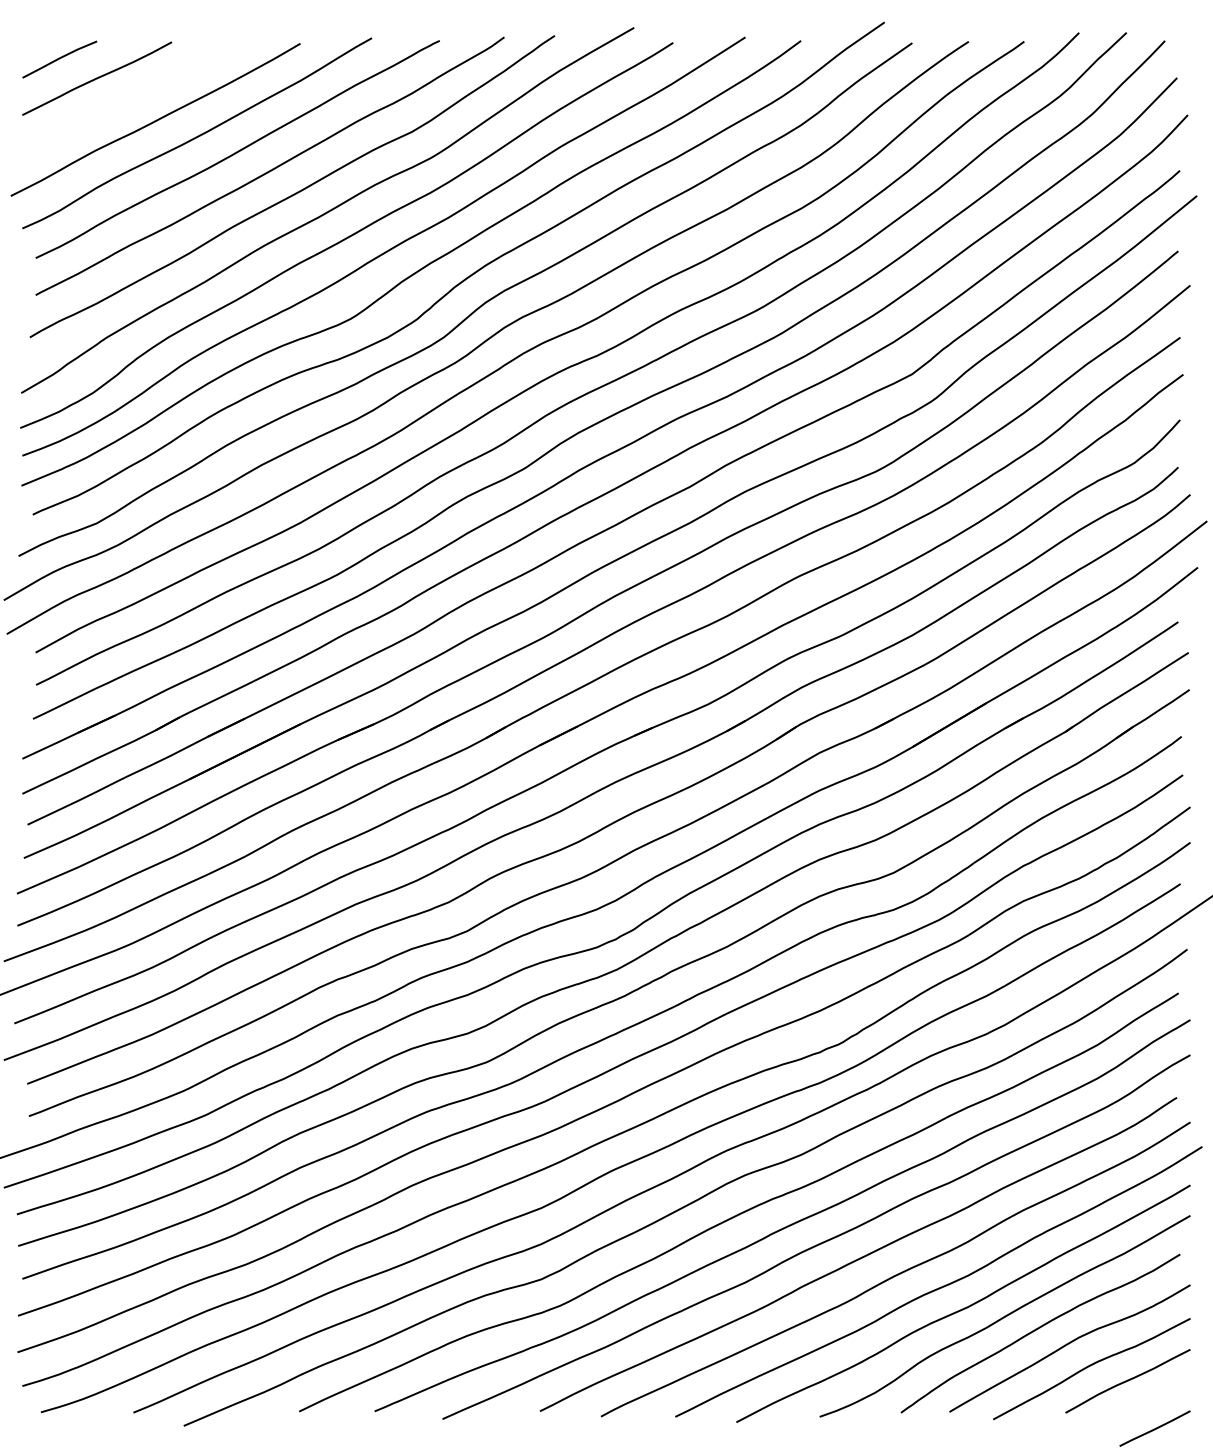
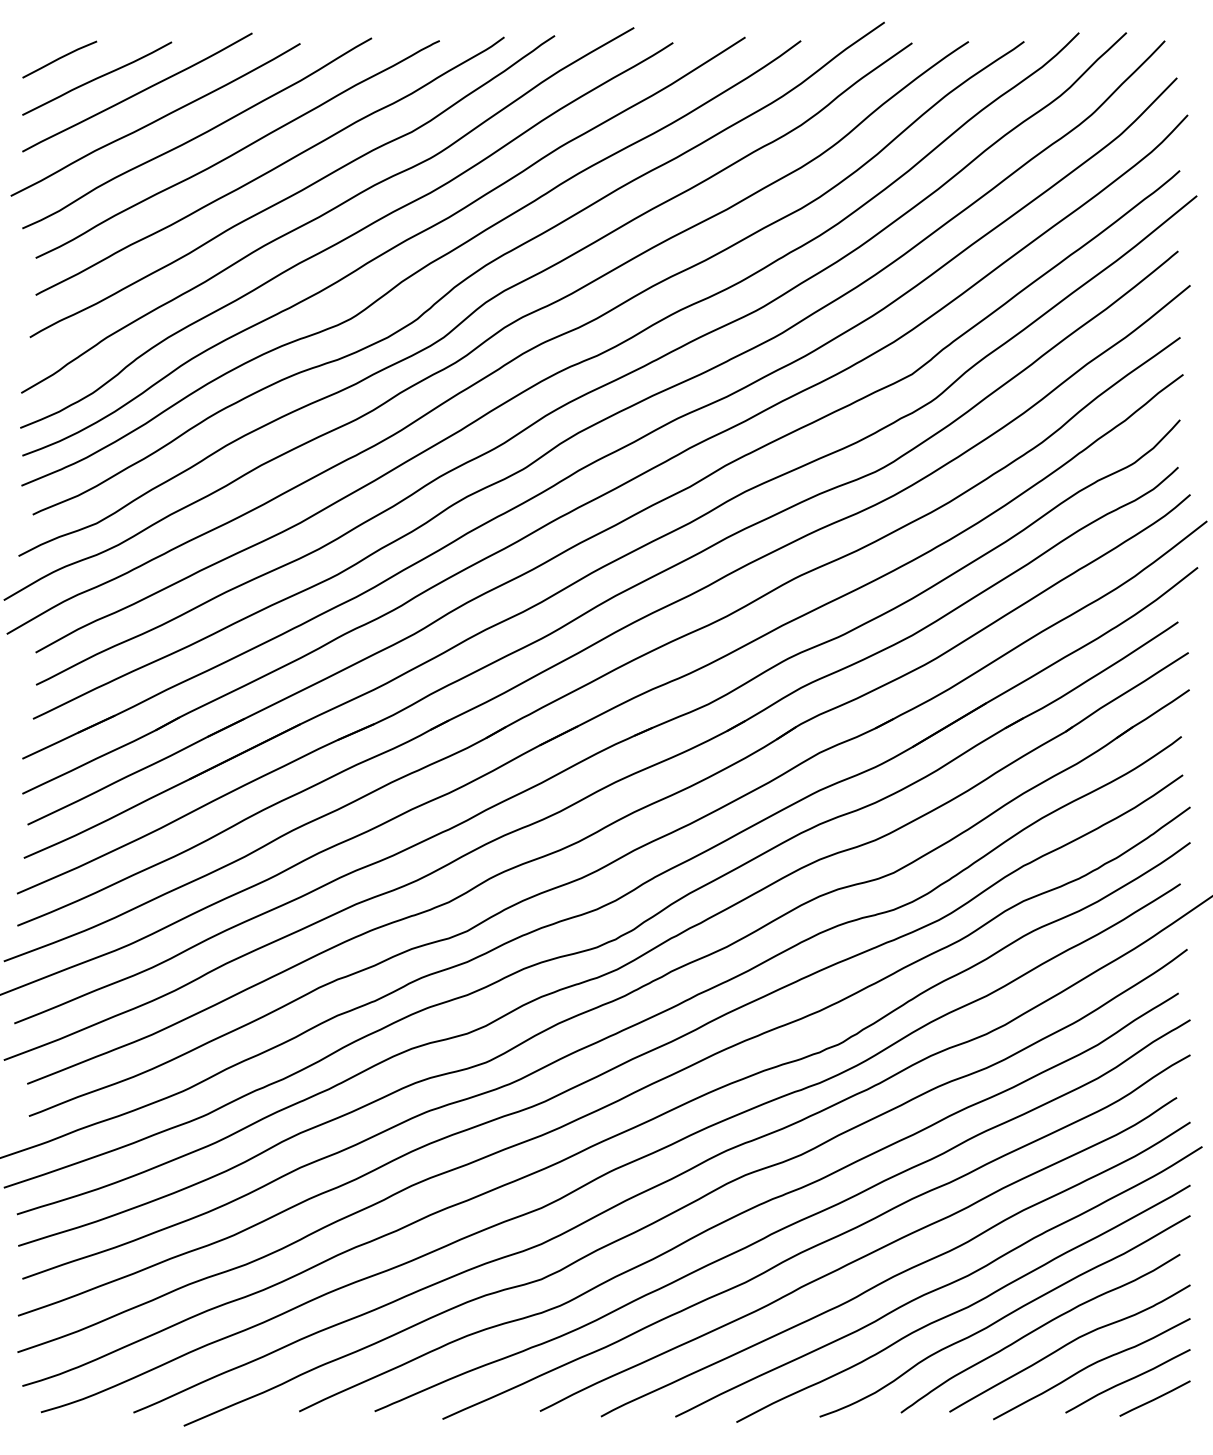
curve at (137, 92): none -> present
line at (1154, 1428) position: (1154, 1428) -> (1154, 1398)
